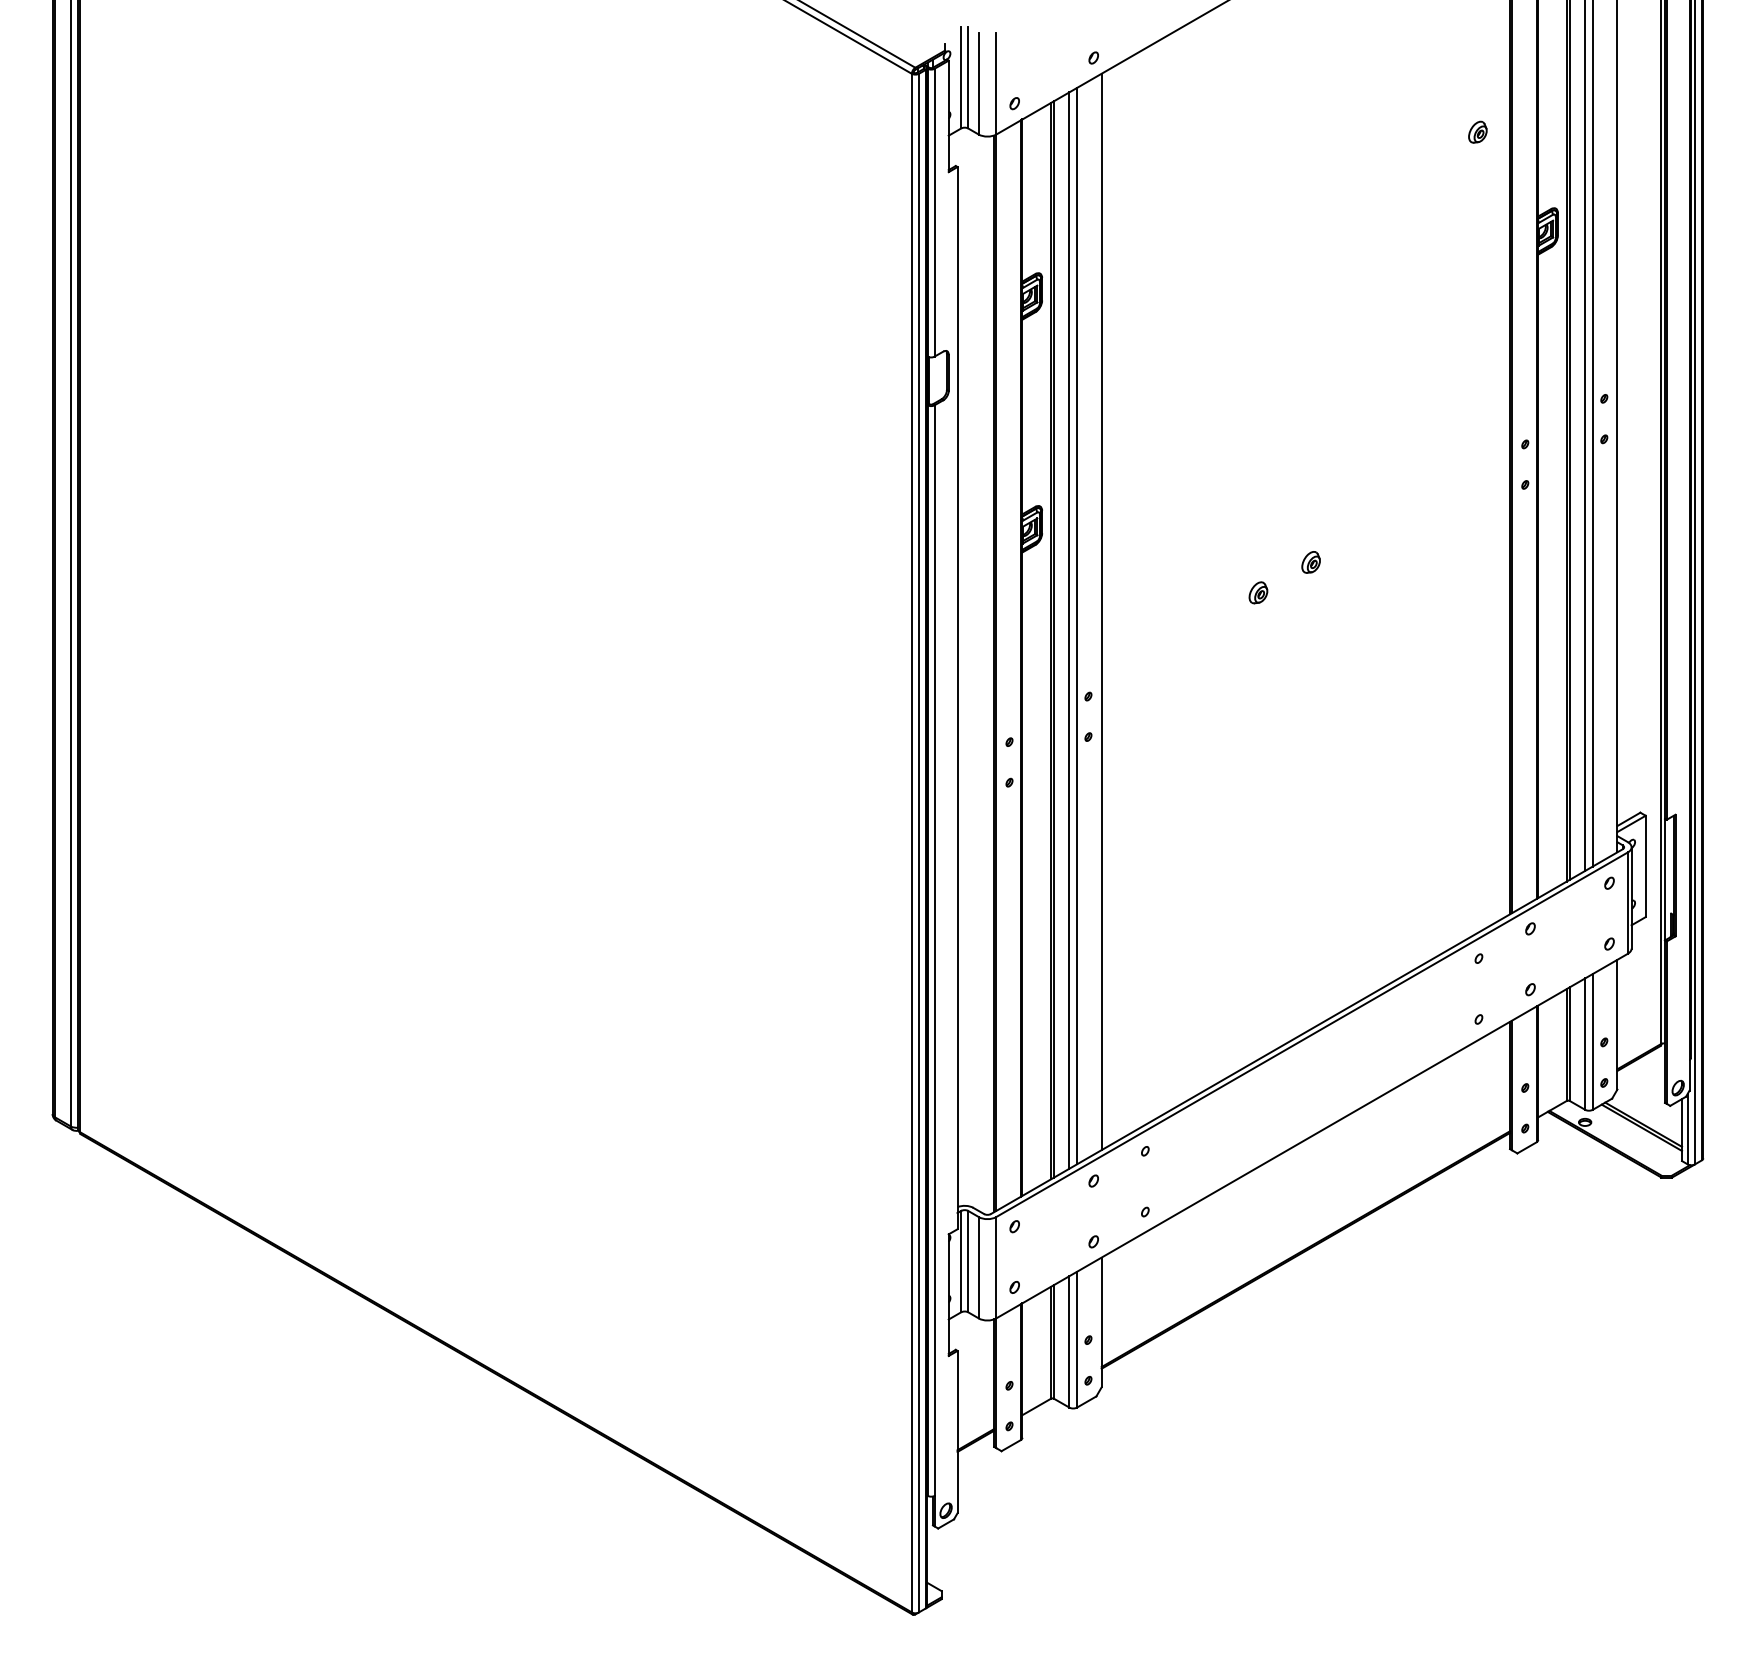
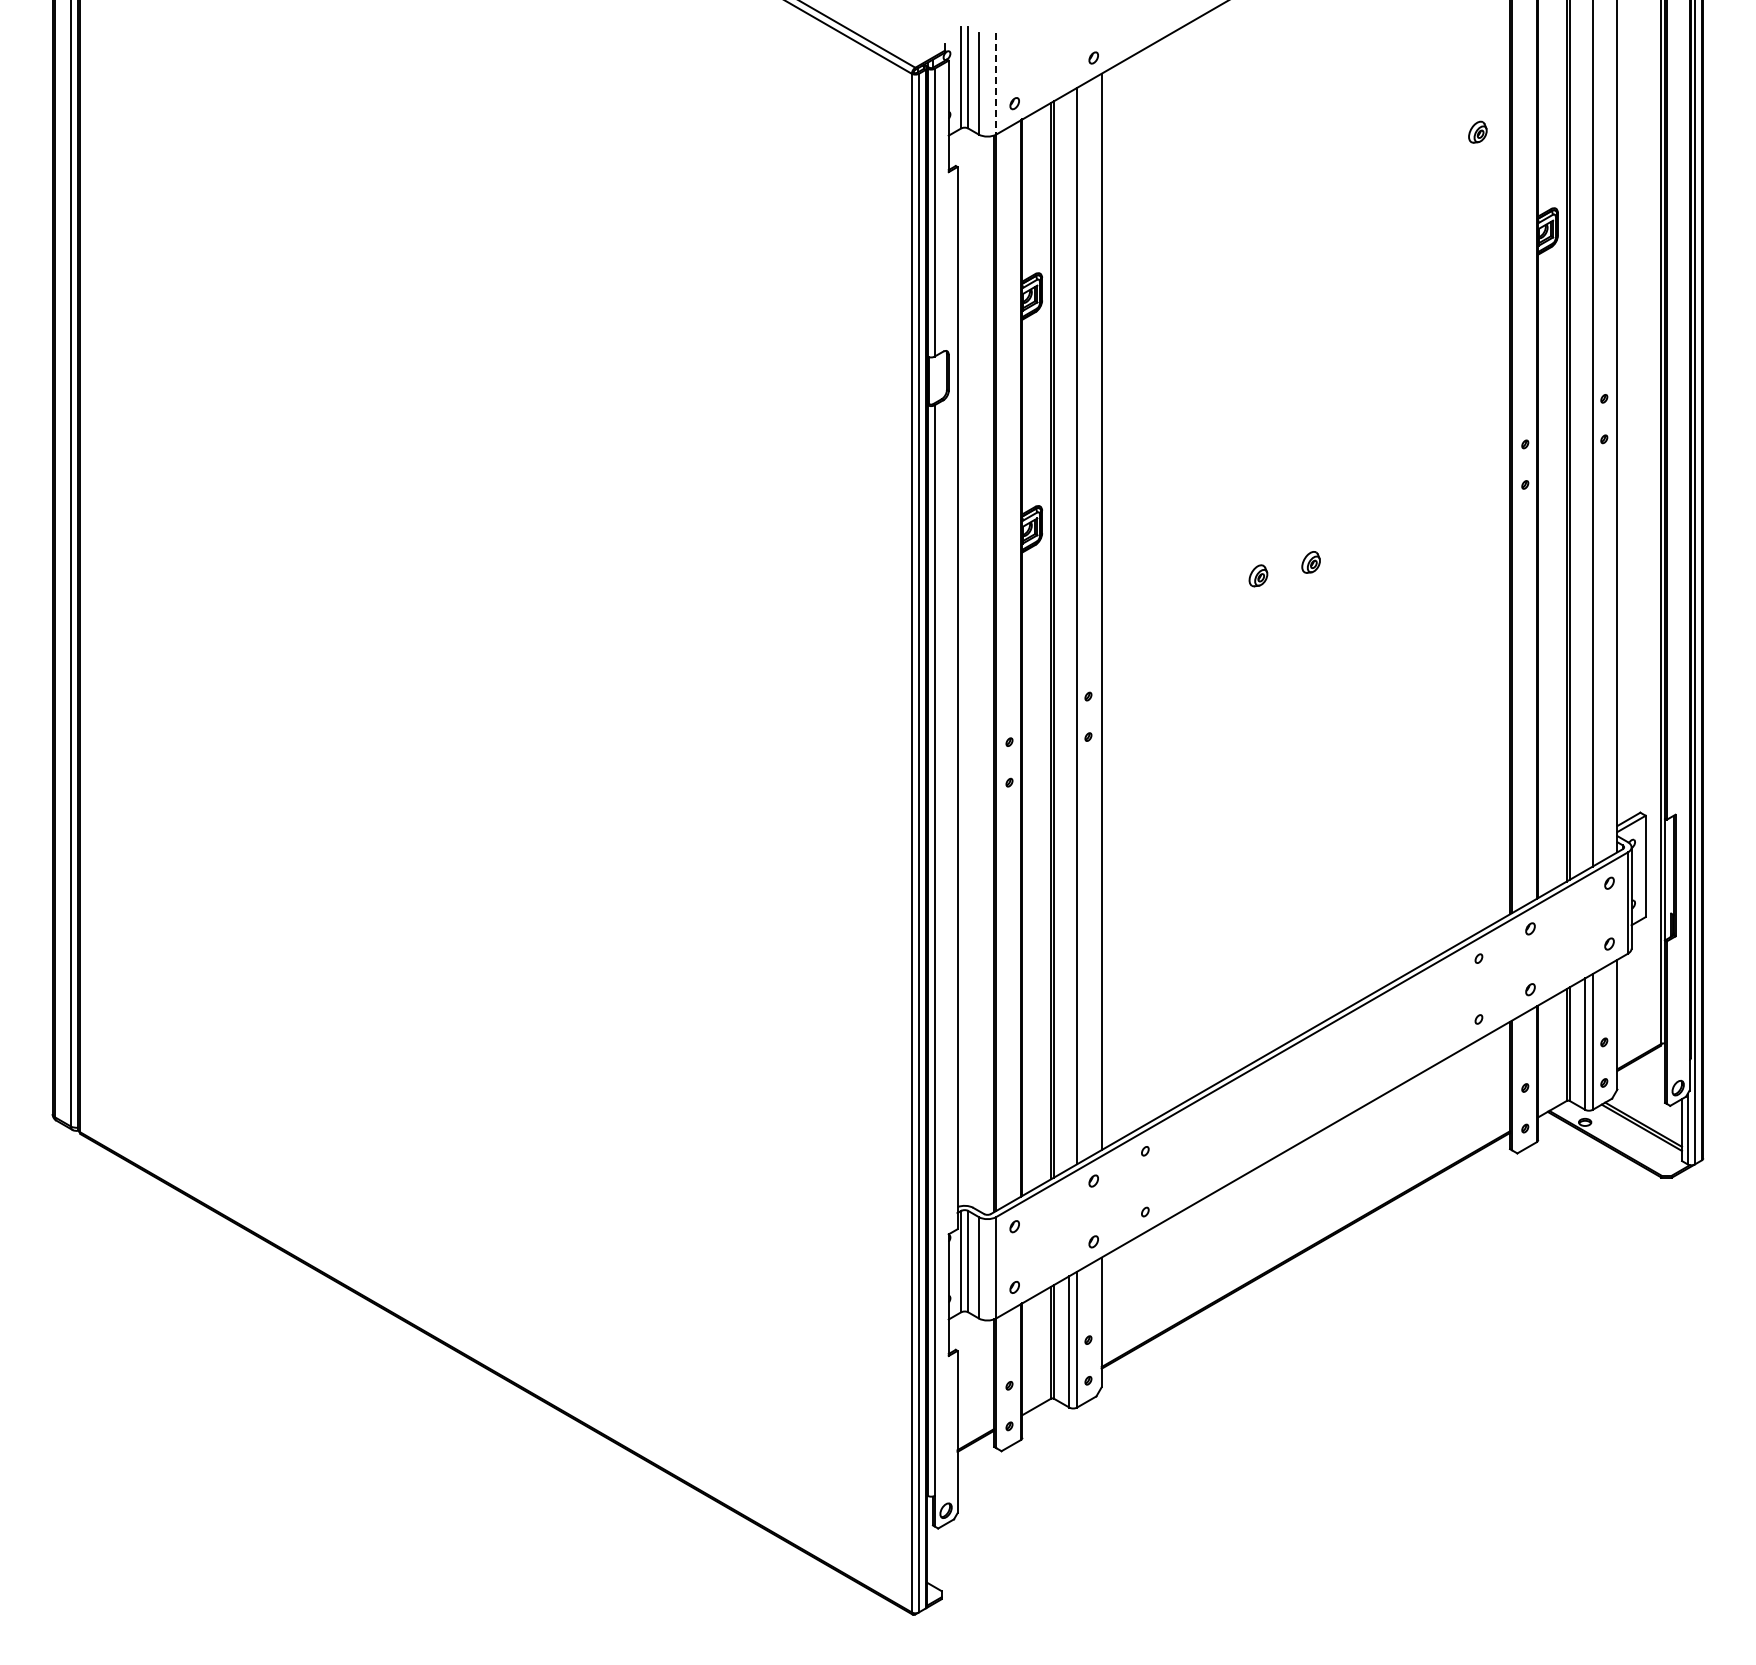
line at (996, 83): solid -> dashed
line at (1585, 436): present -> none
part at (1258, 592) position: (1258, 592) -> (1258, 575)
line at (1069, 630): present -> none
